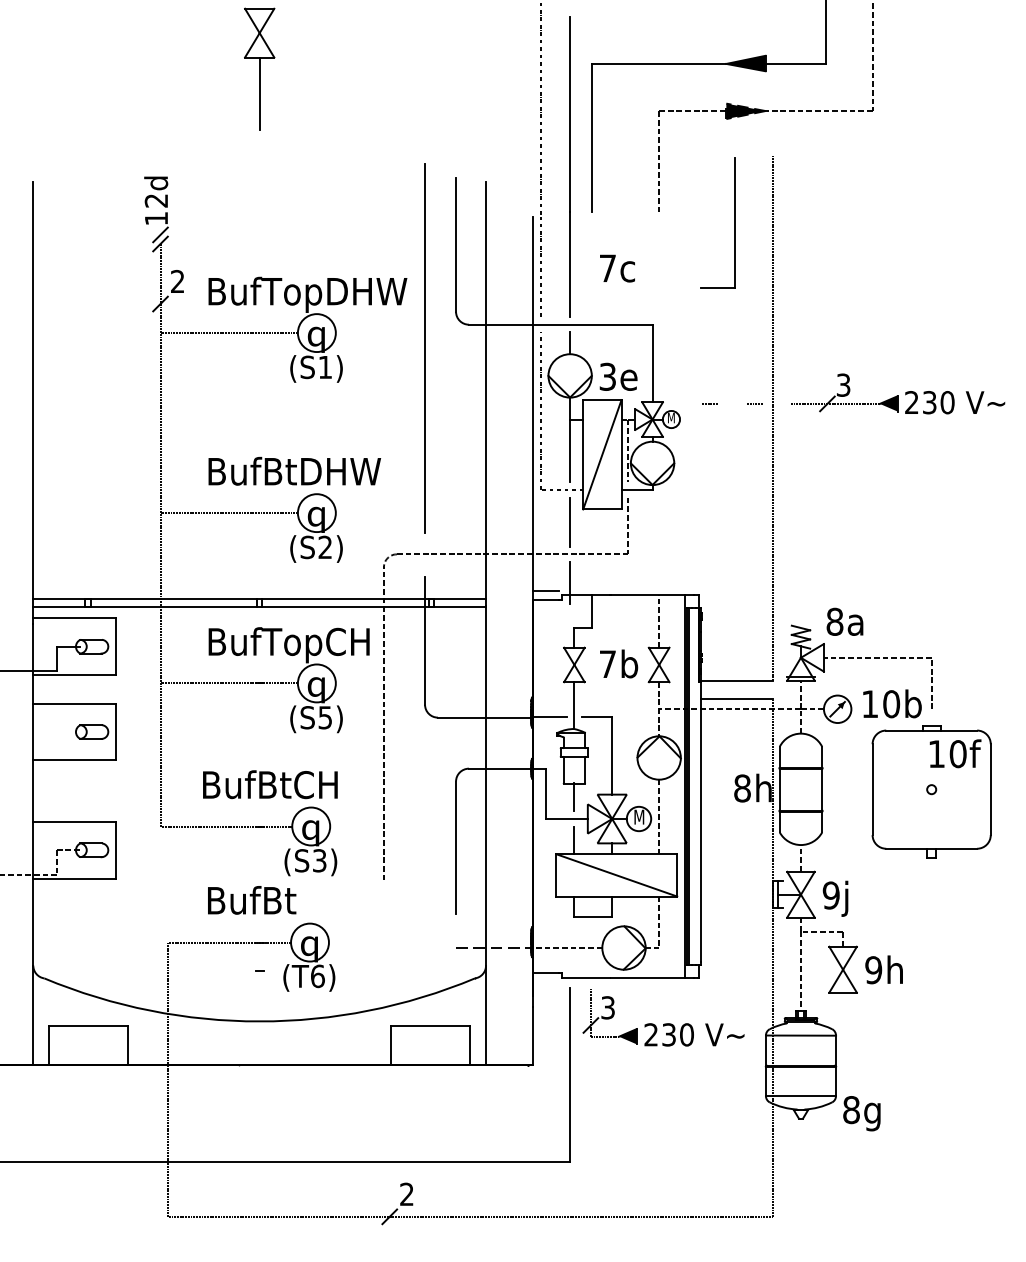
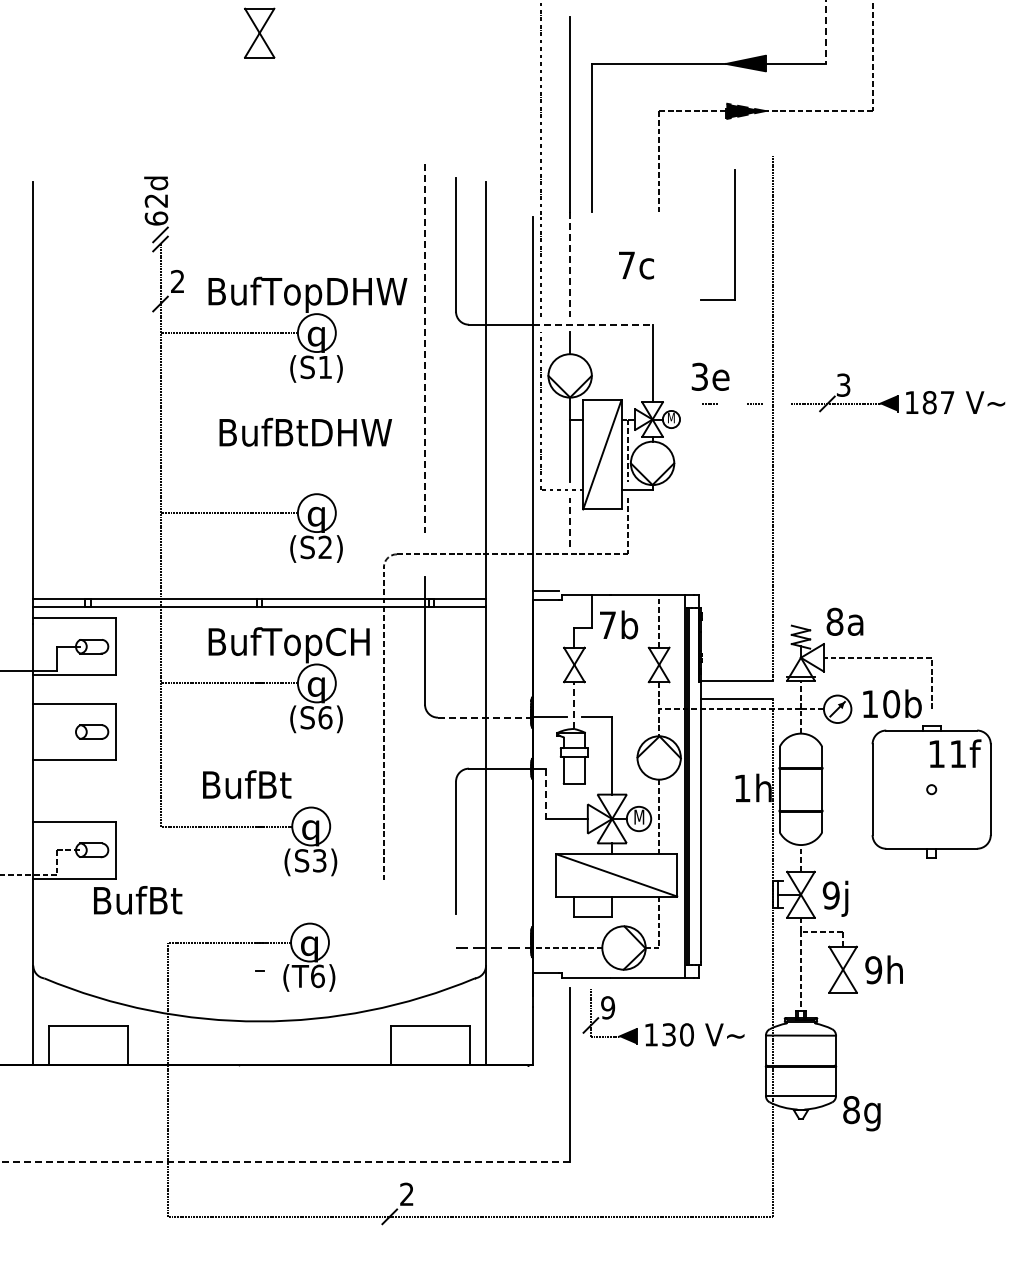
line at (826, 32): solid -> dashed
line at (259, 93): present -> none
text at (156, 218): 12d -> 62d
part at (734, 222) position: (734, 222) -> (734, 234)
line at (570, 265): solid -> dashed
text at (617, 268) position: (617, 268) -> (636, 265)
line at (592, 324): solid -> dashed
line at (425, 348): solid -> dashed
text at (618, 376) position: (618, 376) -> (710, 376)
text at (929, 402): 230 -> 187
text at (294, 471) position: (294, 471) -> (305, 432)
line at (570, 521): solid -> dashed
line at (570, 582): present -> none
text at (619, 663) position: (619, 663) -> (619, 624)
line at (574, 705): solid -> dashed
text at (325, 717): (S5) -> (S6)
line at (485, 717): solid -> dashed
text at (957, 754): 10f -> 11f
text at (315, 785): BufBtCH -> BufBt
text at (742, 788): 8h -> 1h
line at (545, 794): solid -> dashed
line at (574, 797): present -> none
line at (574, 840): present -> none
text at (252, 900) position: (252, 900) -> (138, 900)
text at (608, 1007): 3 -> 9
text at (650, 1034): 230 -> 130
line at (285, 1162): solid -> dashed
